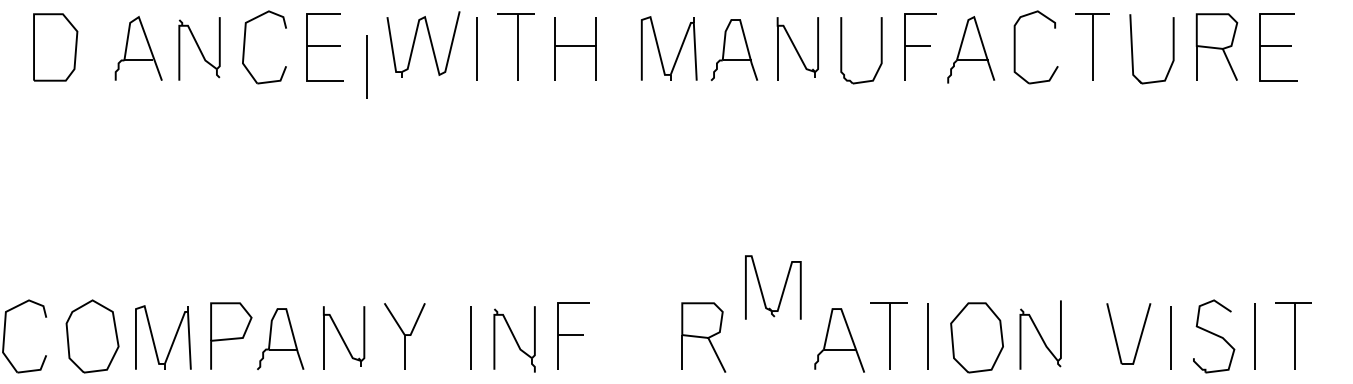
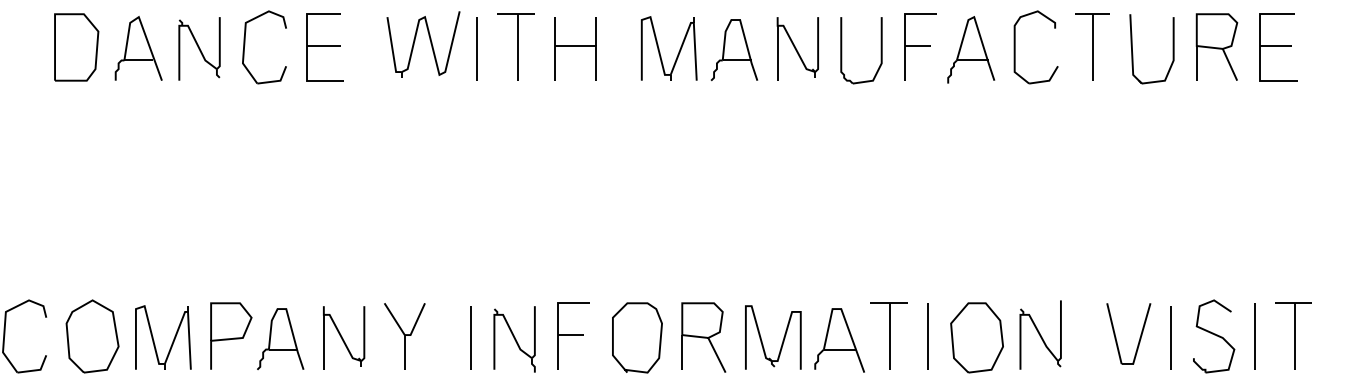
part at (55, 47) position: (55, 47) -> (76, 47)
line at (366, 66): present -> none
part at (782, 290) position: (782, 290) -> (782, 340)
curve at (659, 338): none -> present
